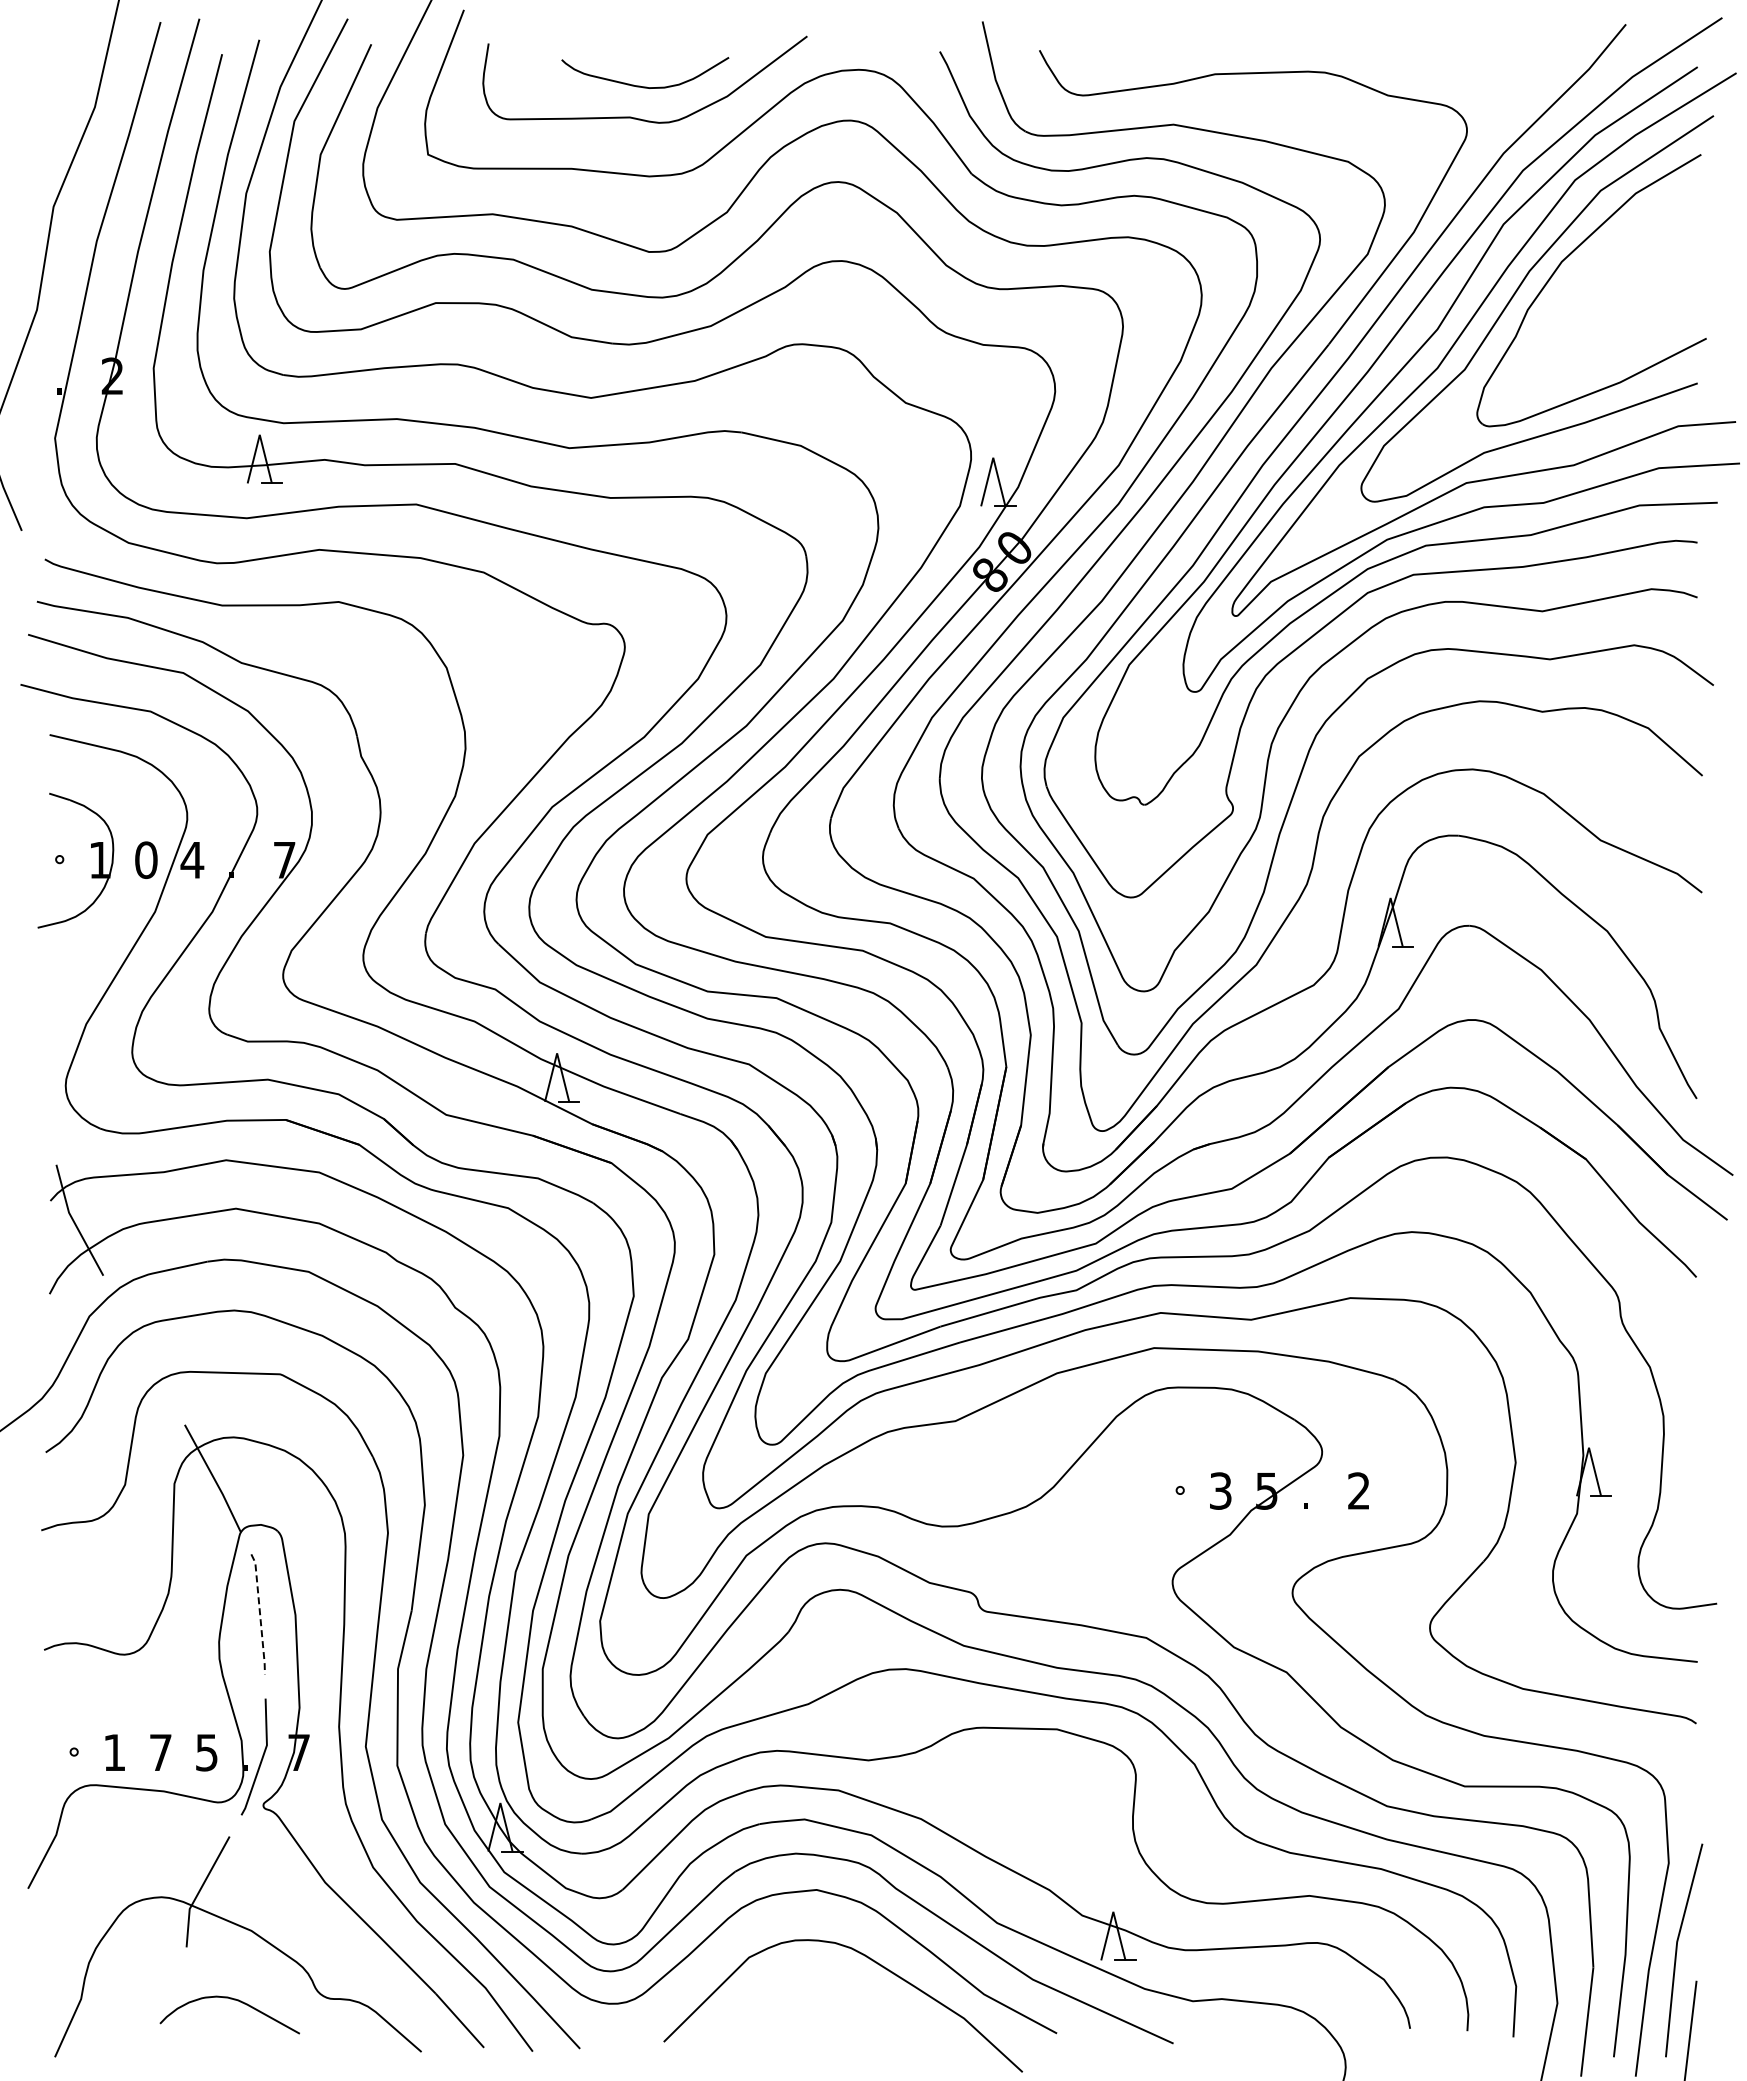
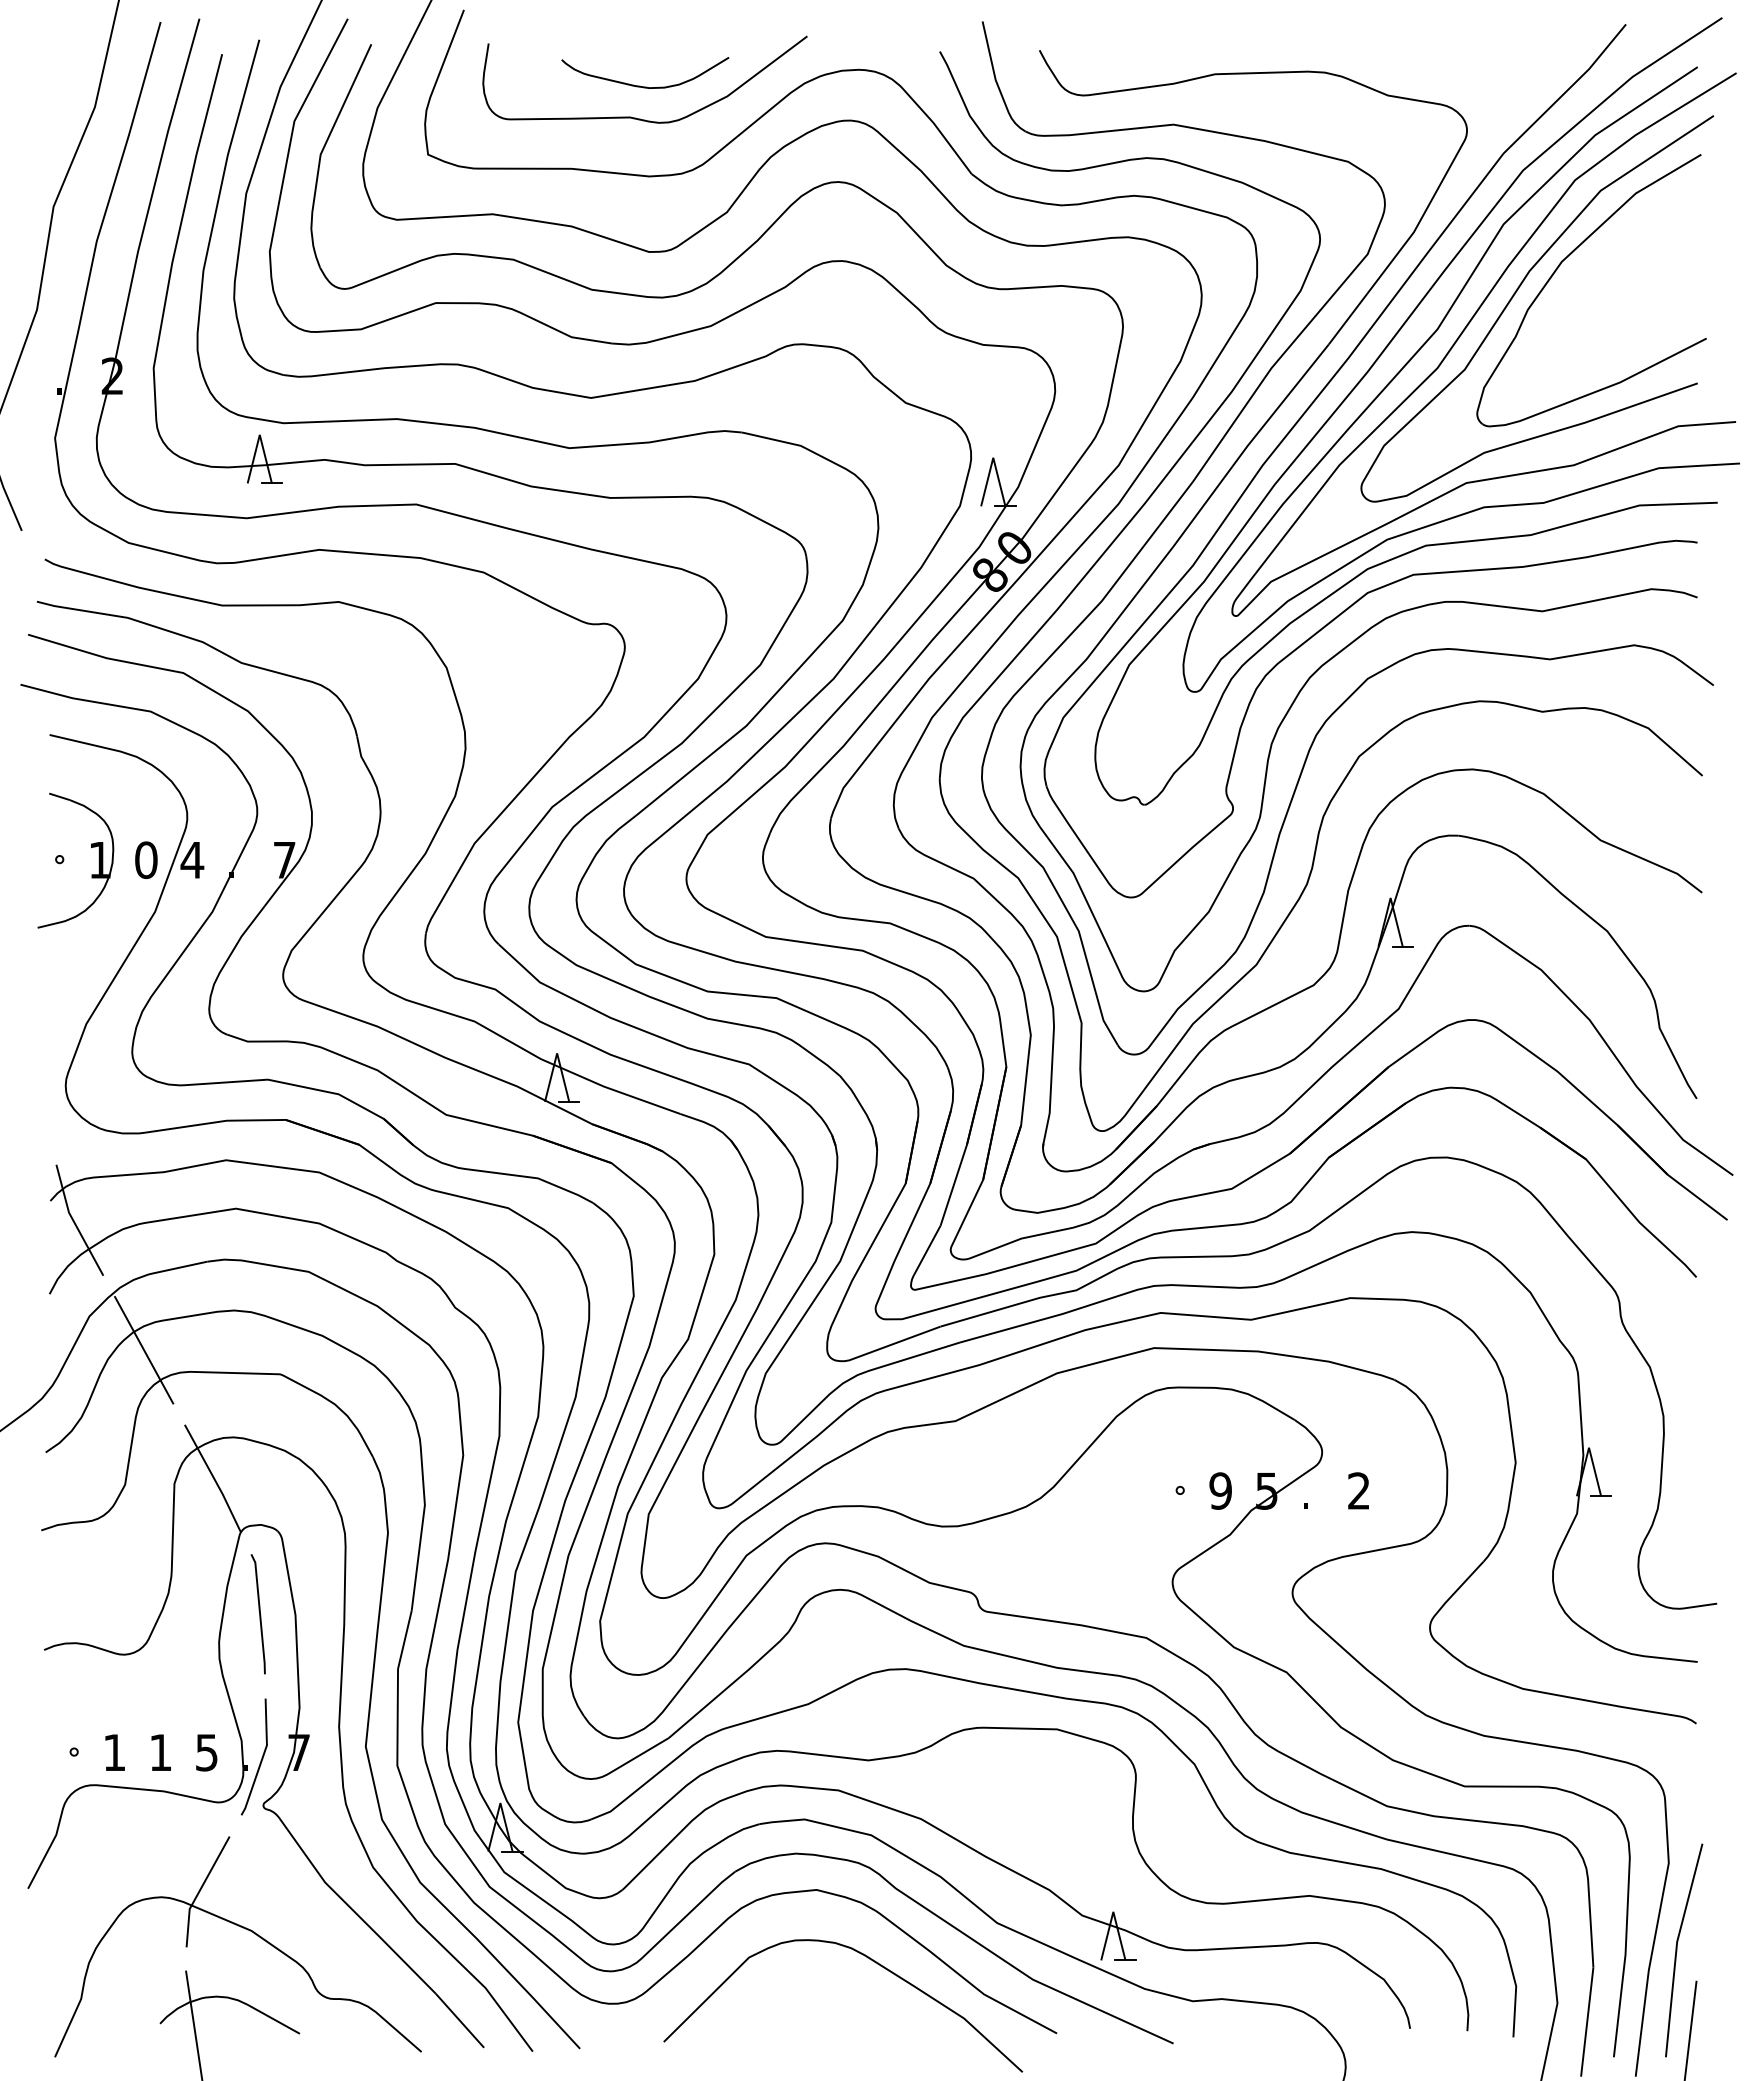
line at (144, 1350): none -> present
text at (1220, 1490): 3 -> 9
line at (260, 1614): dashed -> solid
text at (160, 1752): 7 -> 1
line at (193, 2024): none -> present
